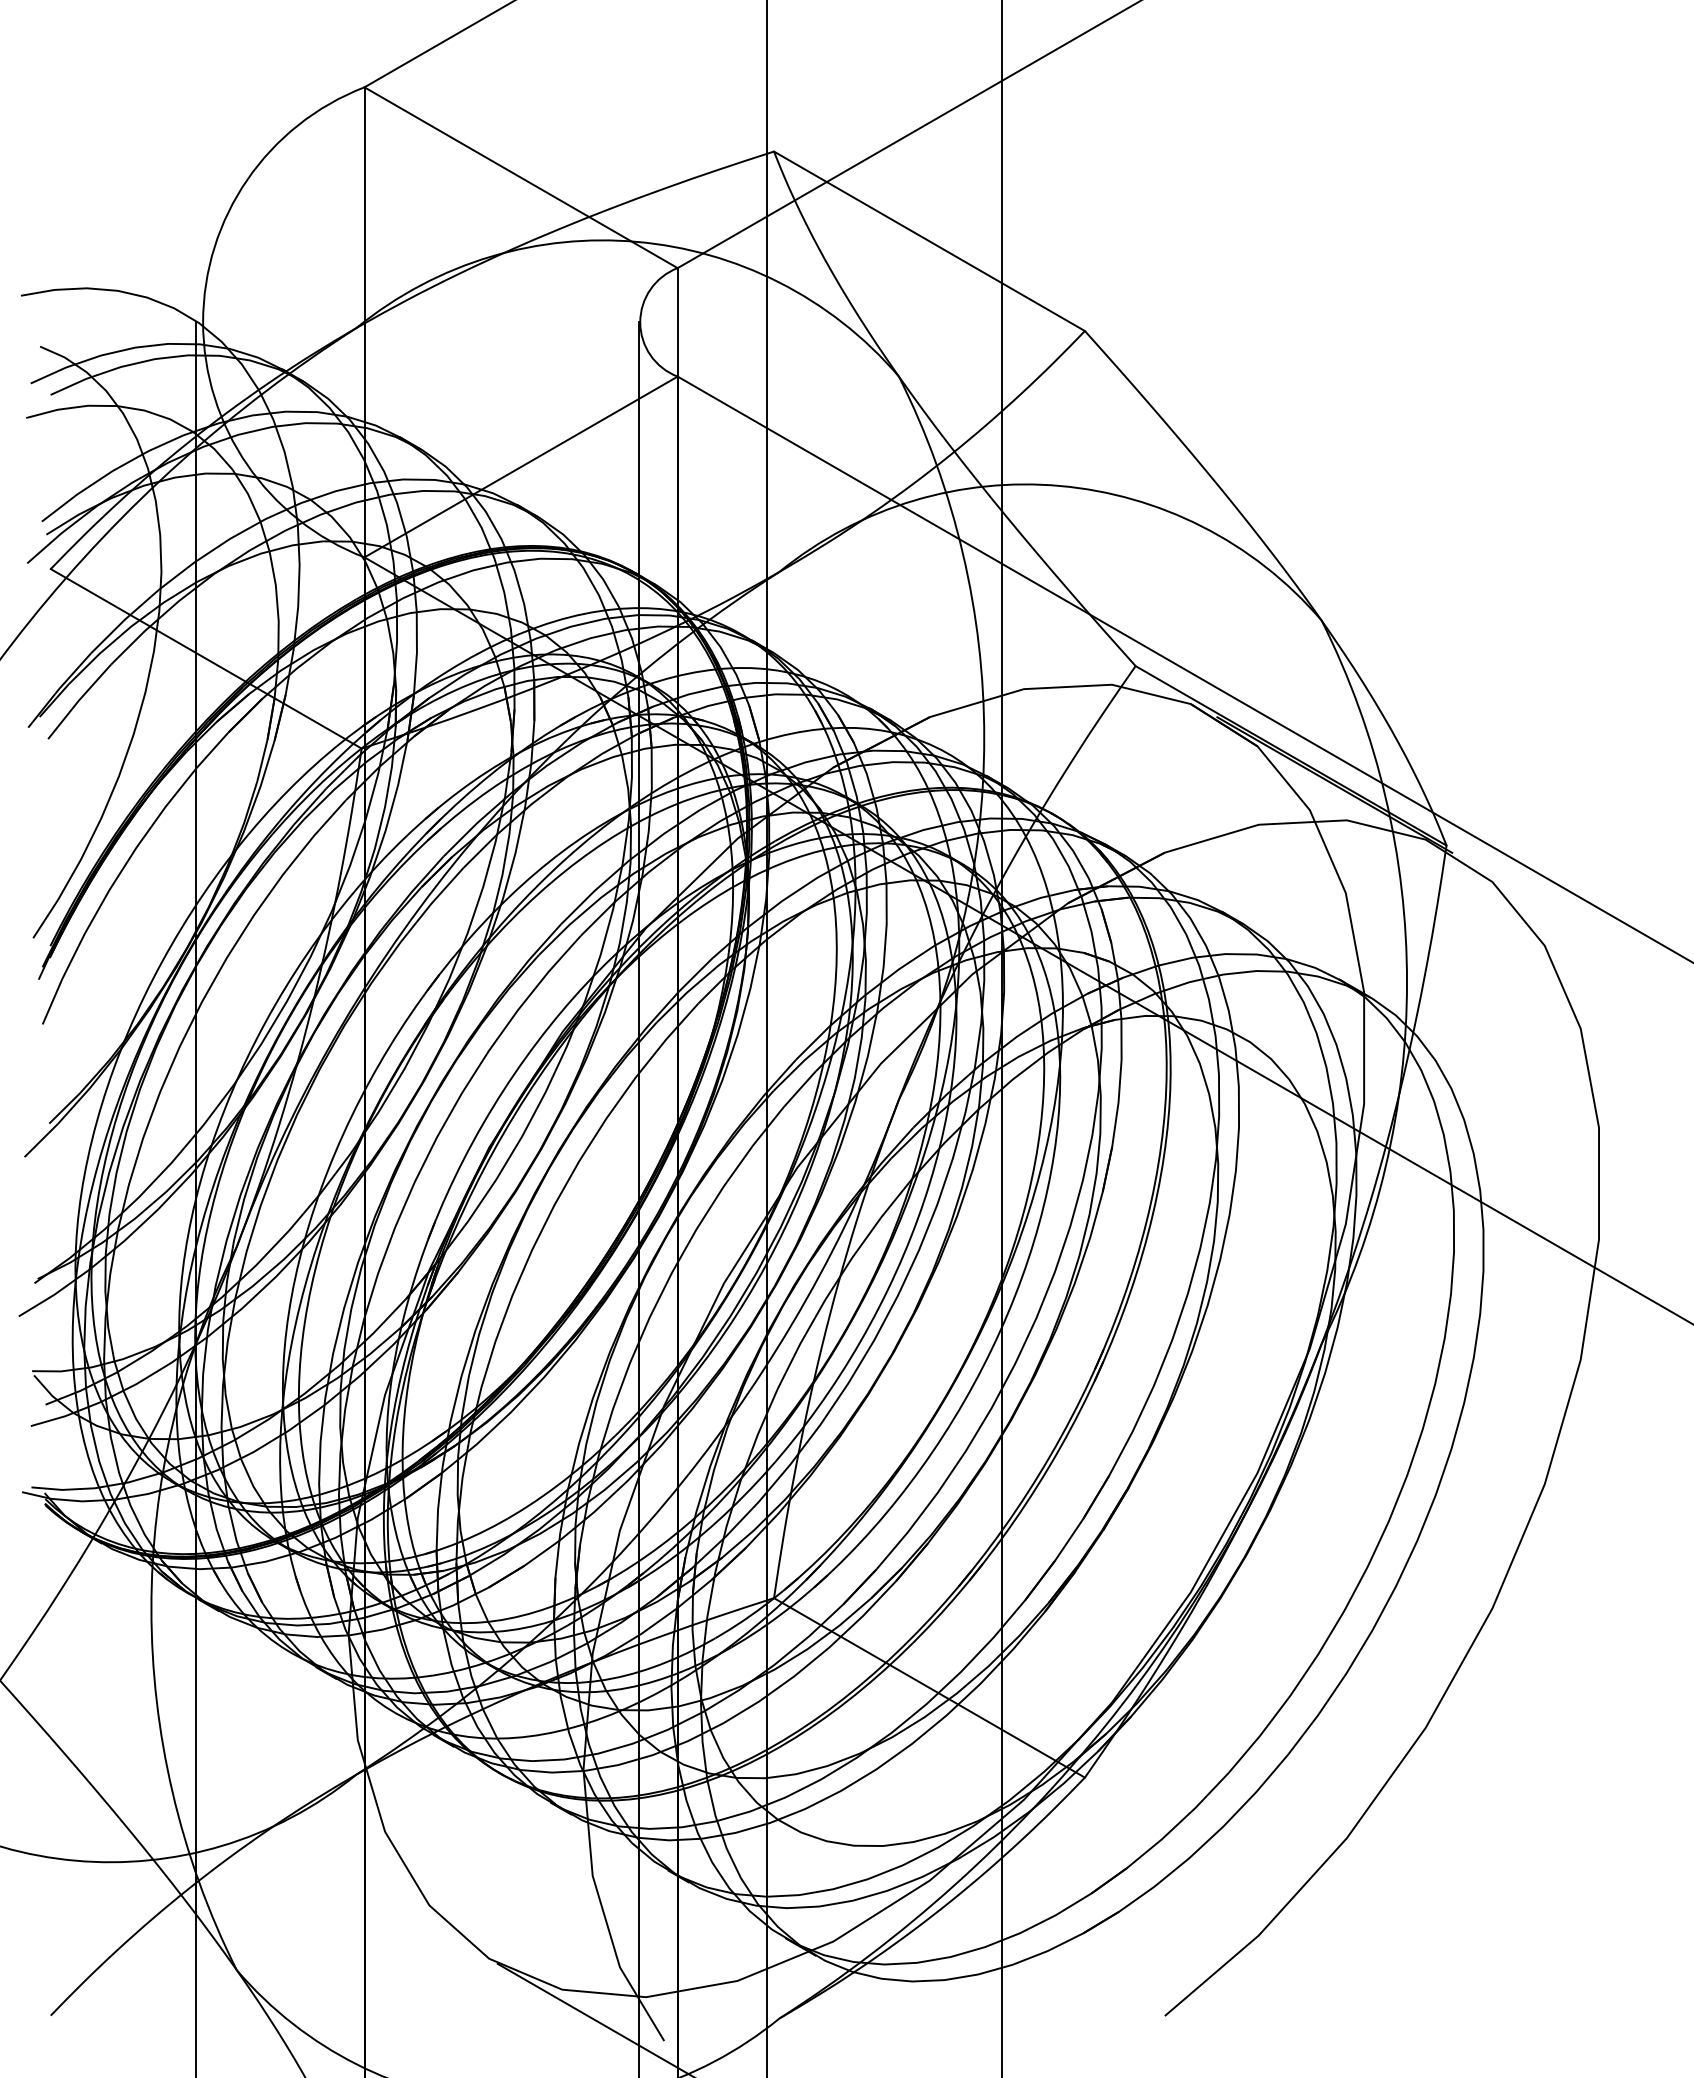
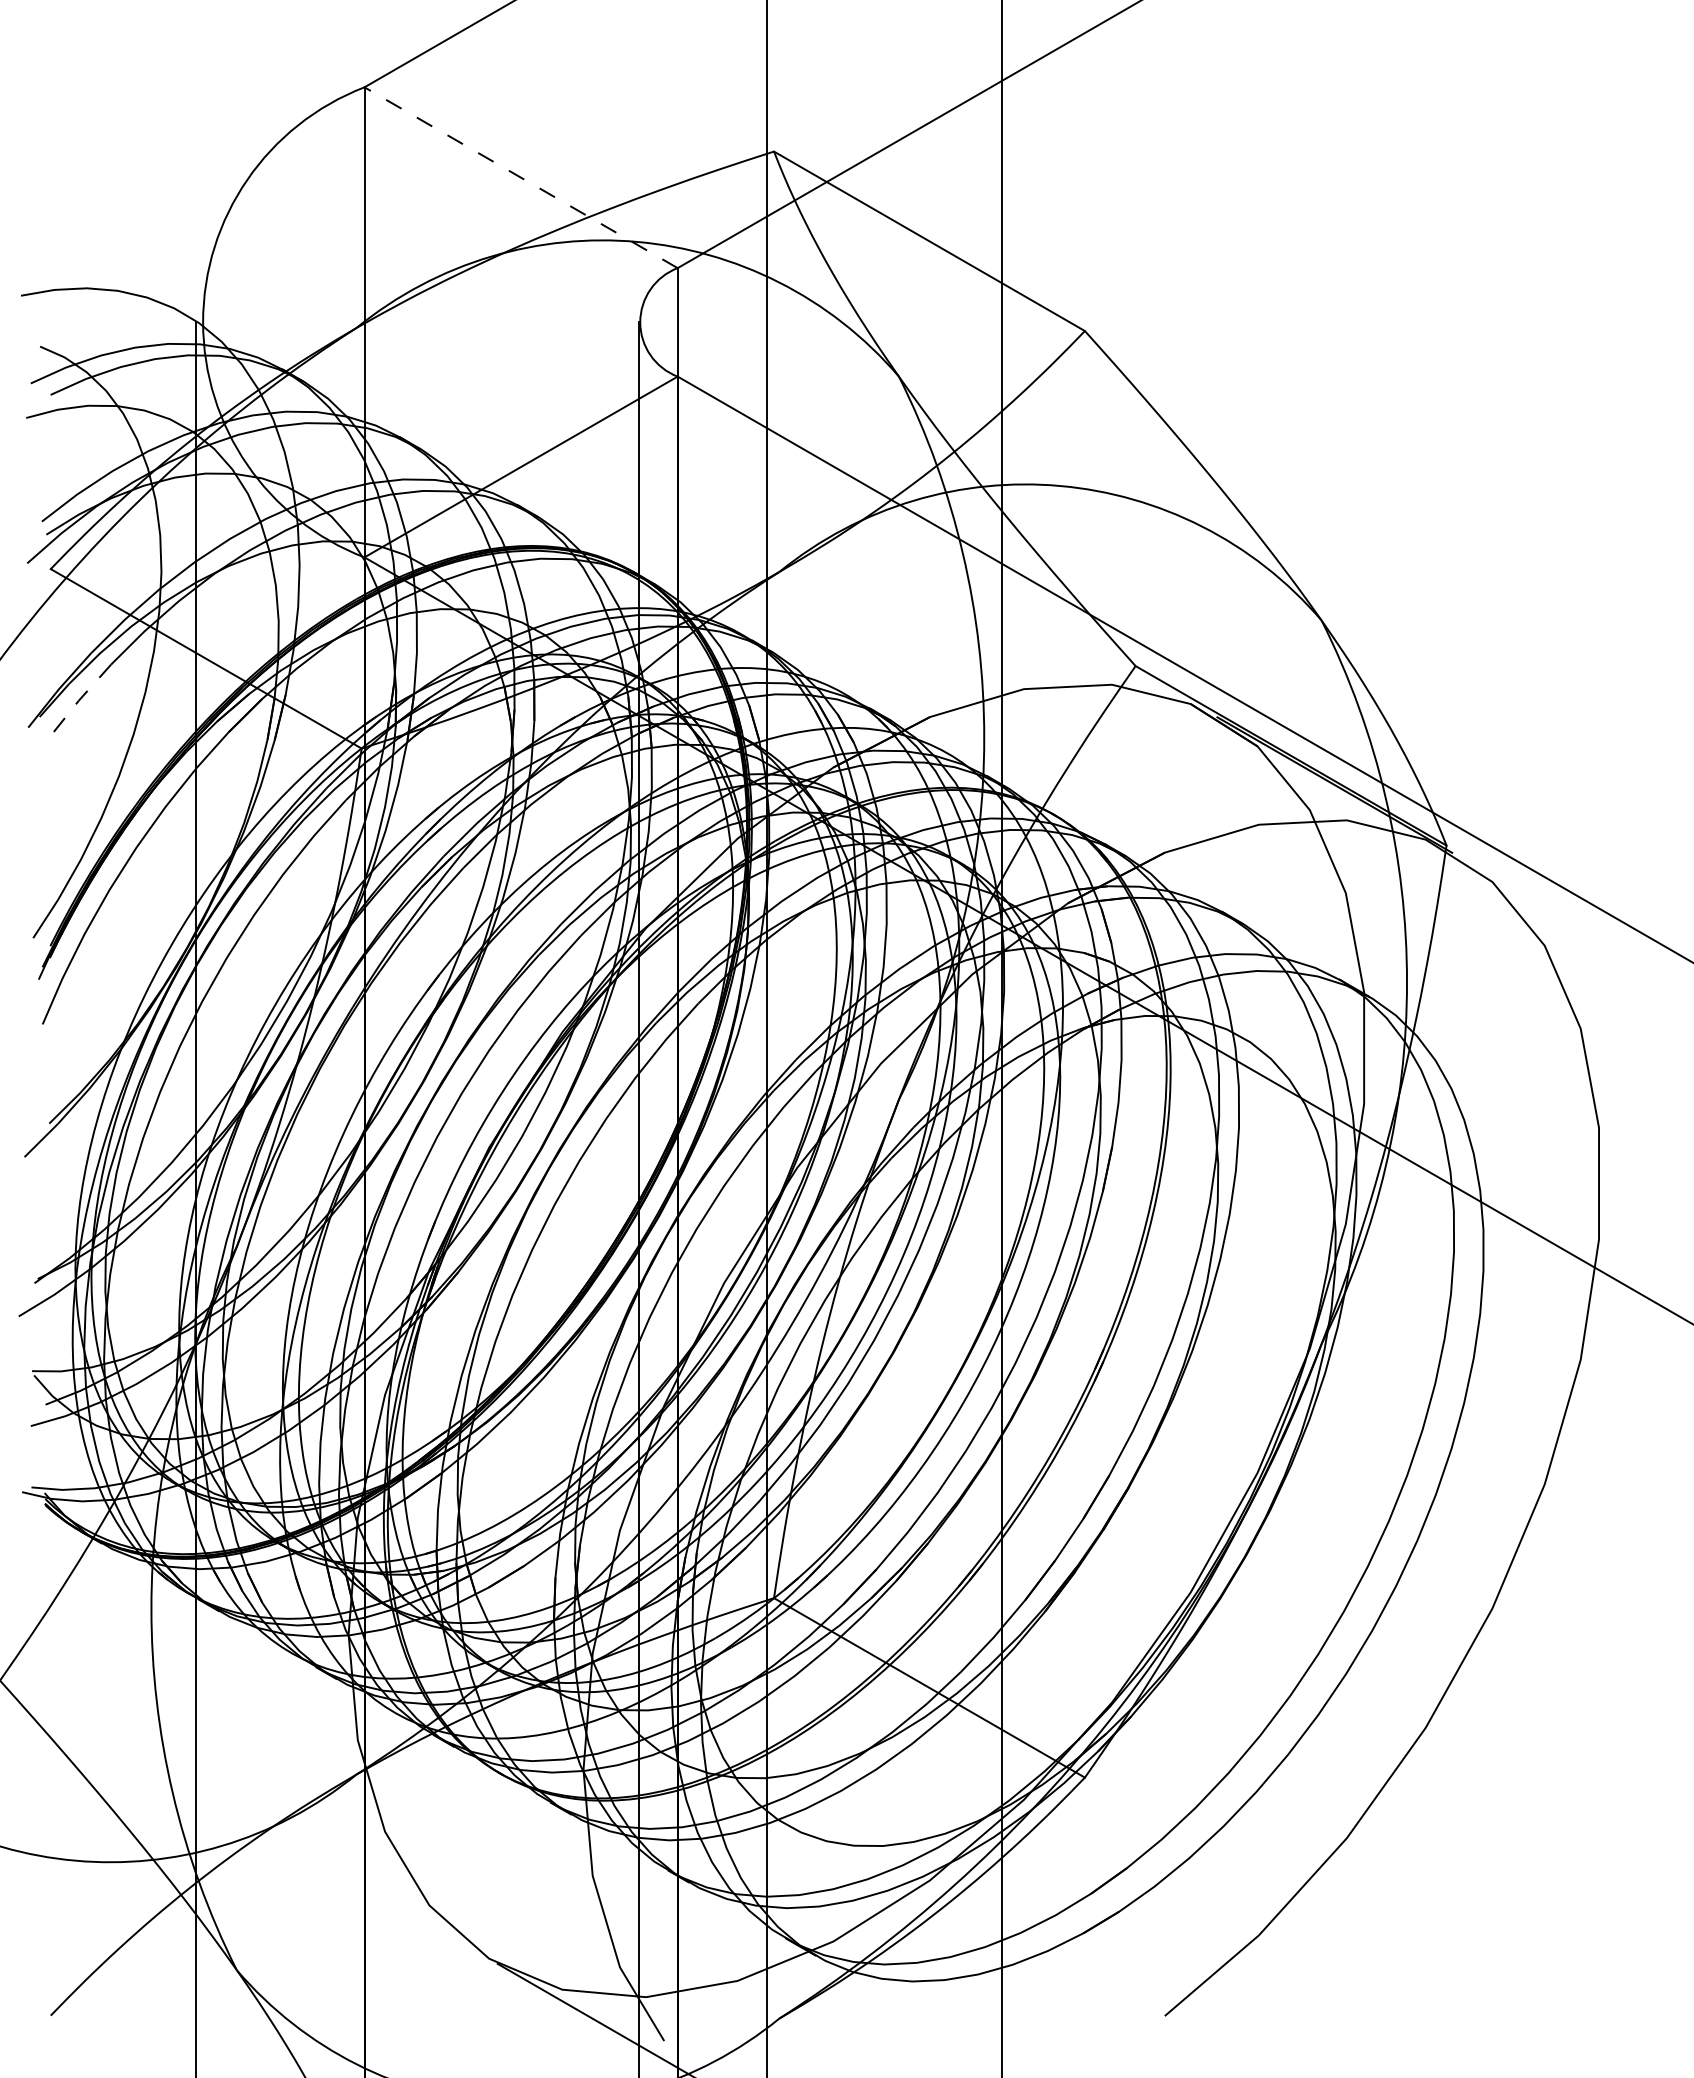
line at (521, 177): solid -> dashed
line at (78, 700): solid -> dashed
